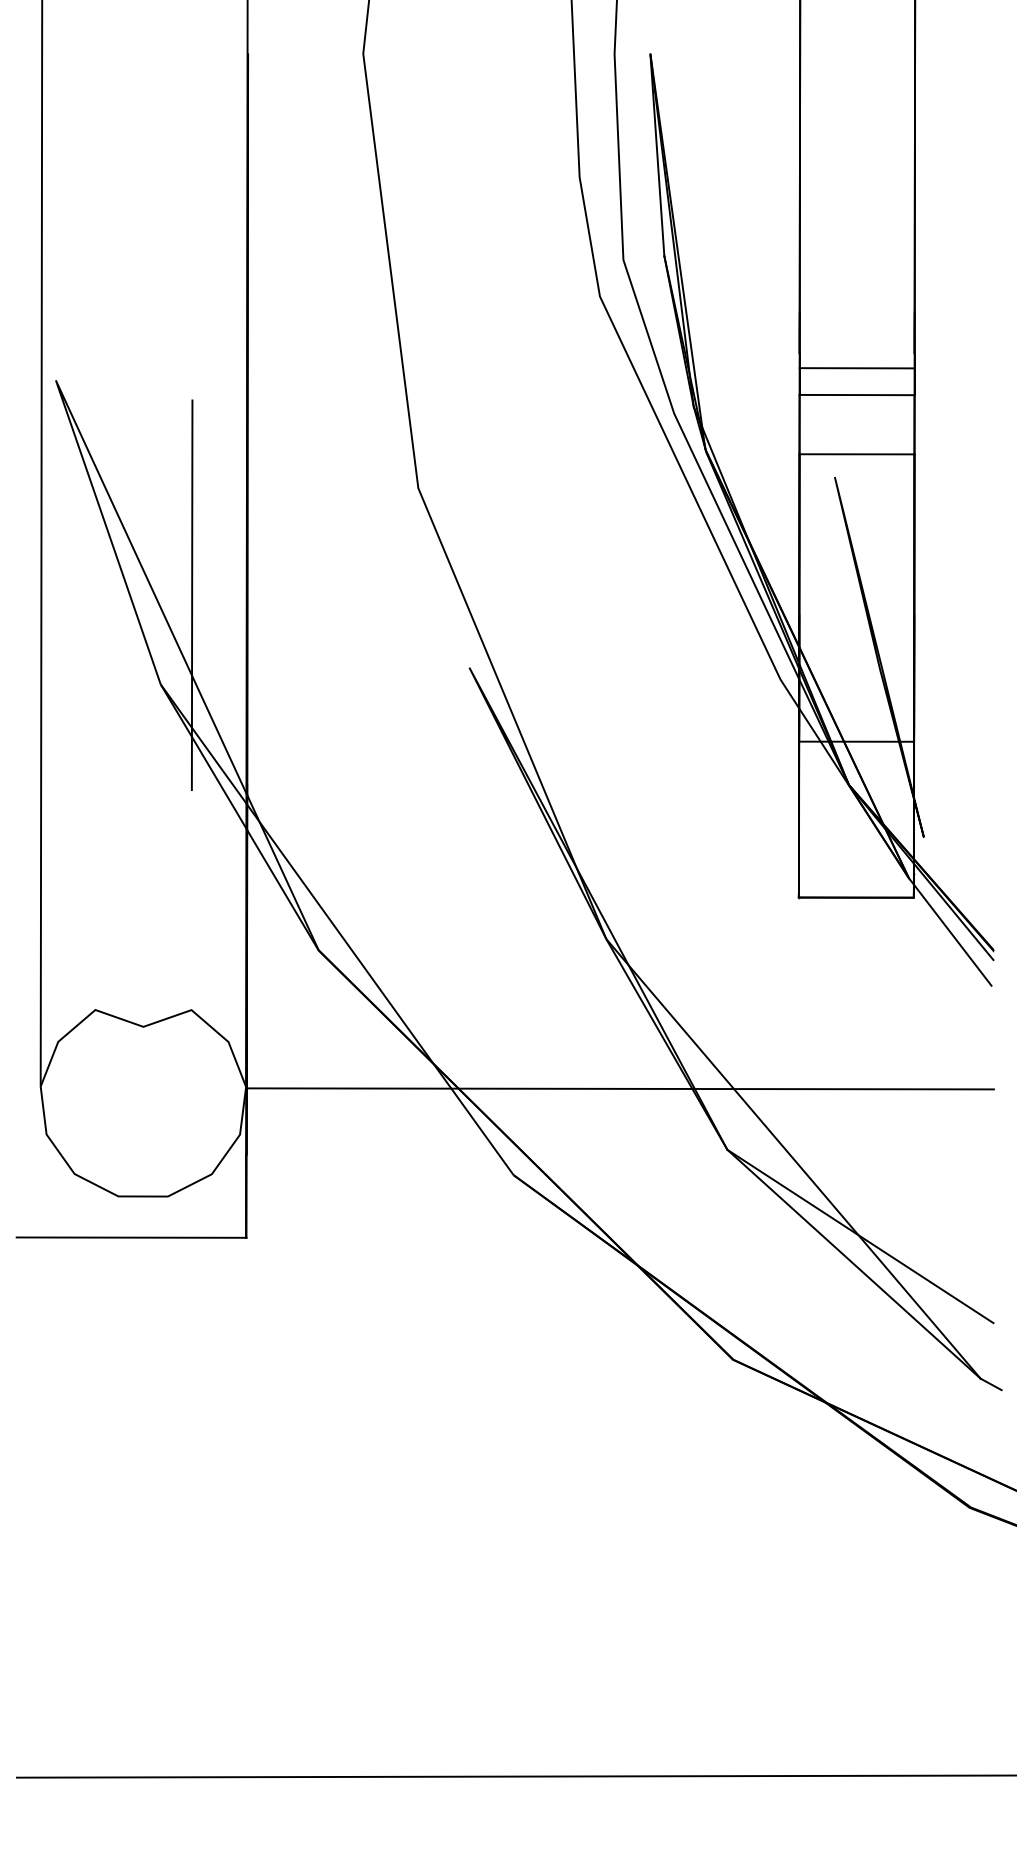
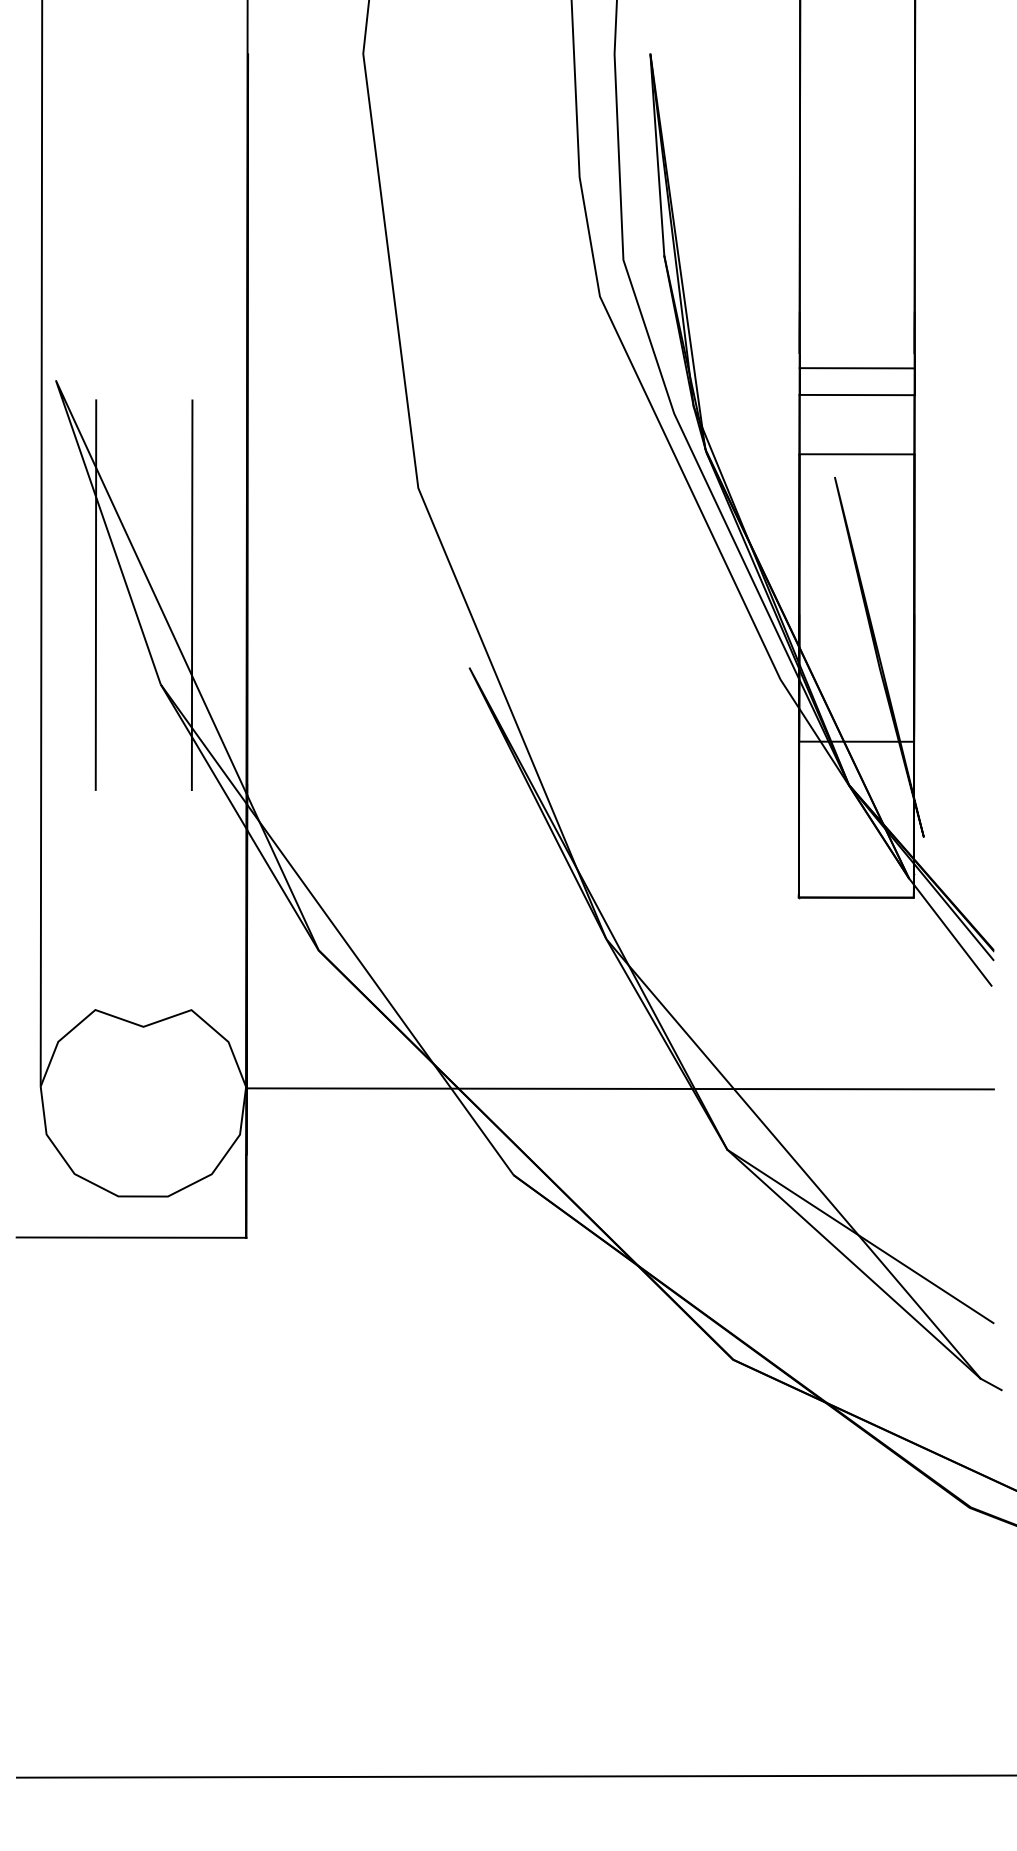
line at (95, 594): none -> present
